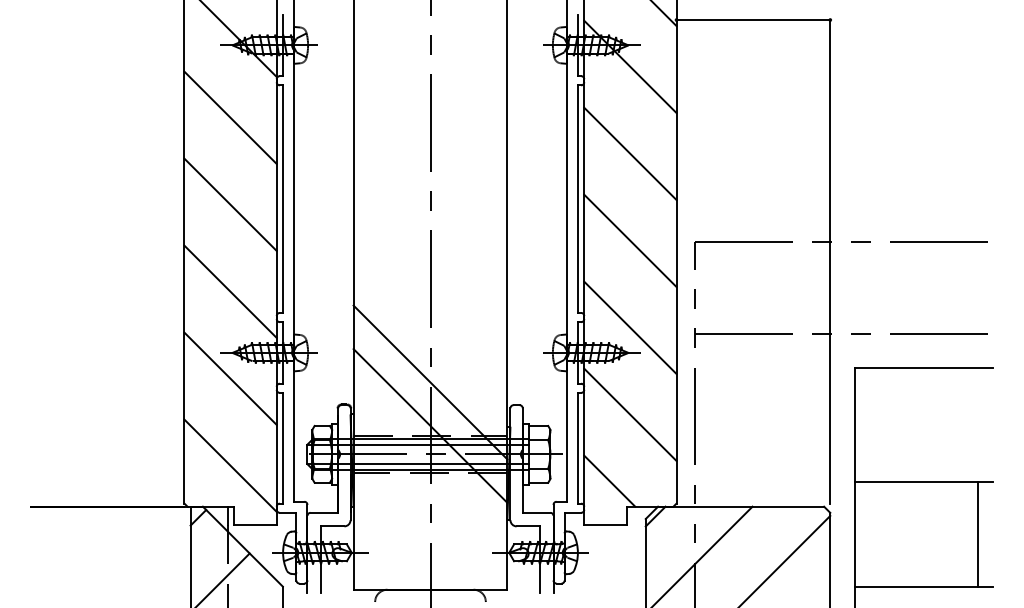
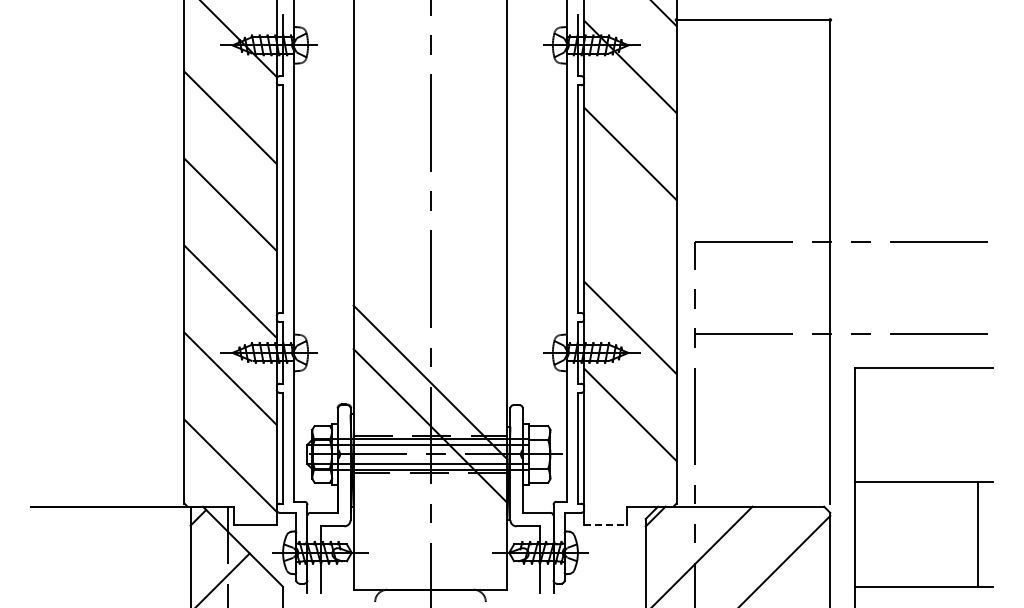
line at (630, 240): present -> none
line at (609, 480): present -> none
line at (605, 525): solid -> dashed
